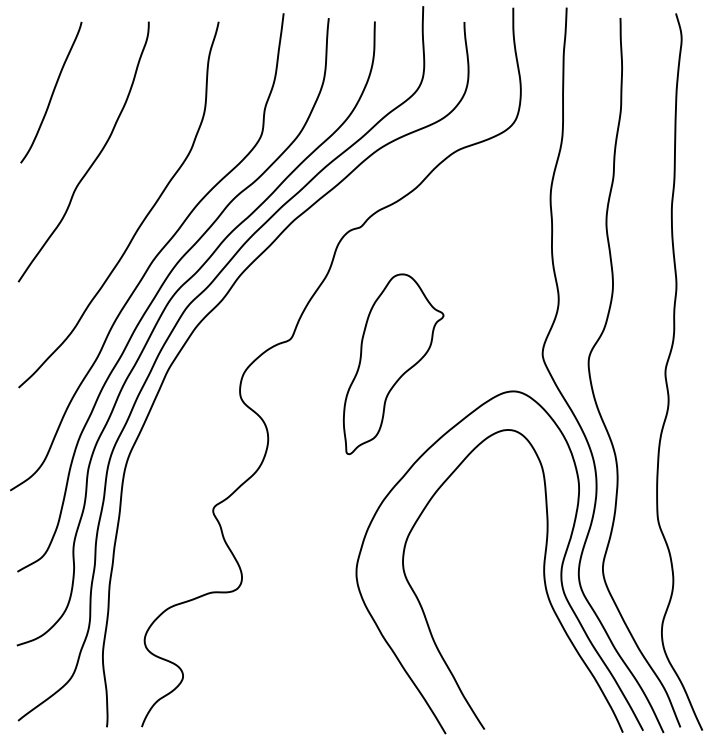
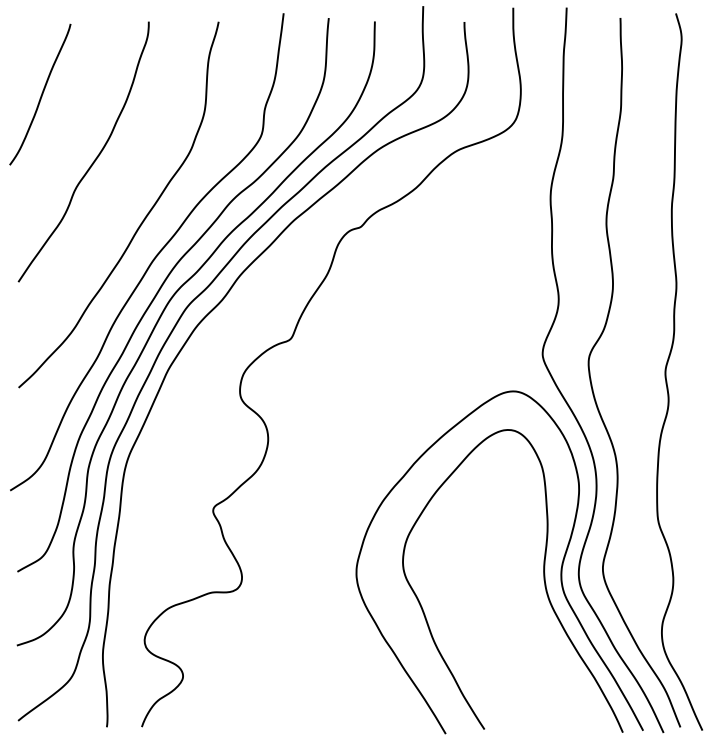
curve at (52, 92) position: (52, 92) -> (41, 94)
part at (393, 364): present -> none
